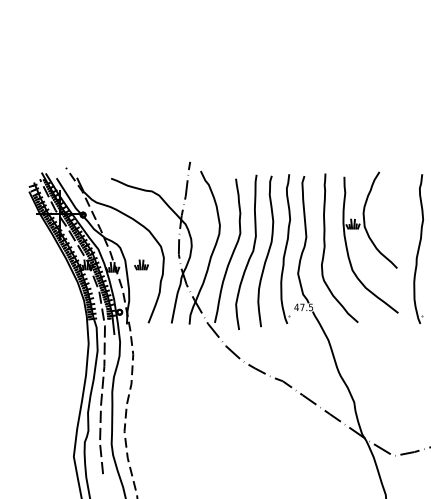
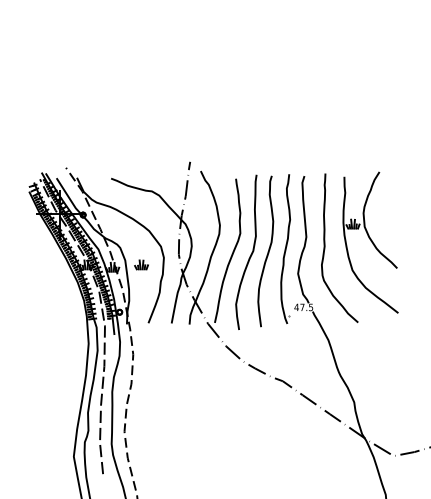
part at (418, 249): present -> none
